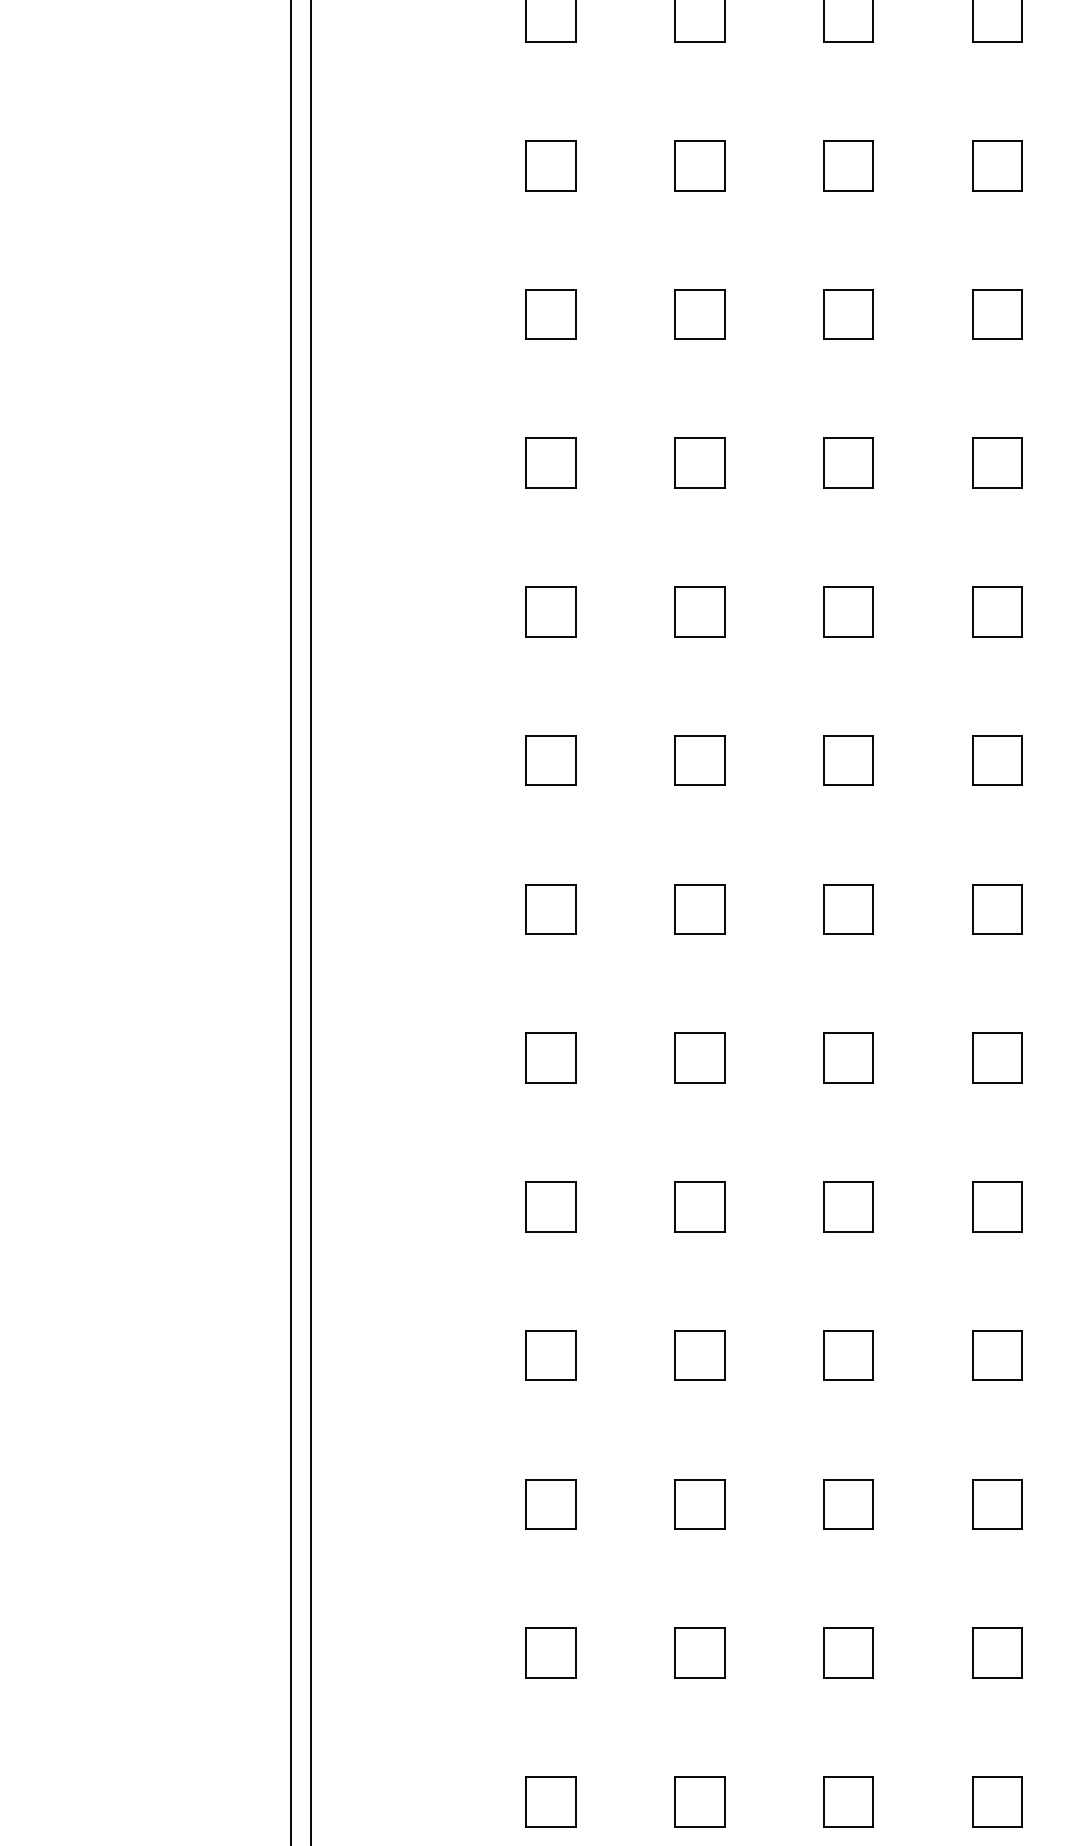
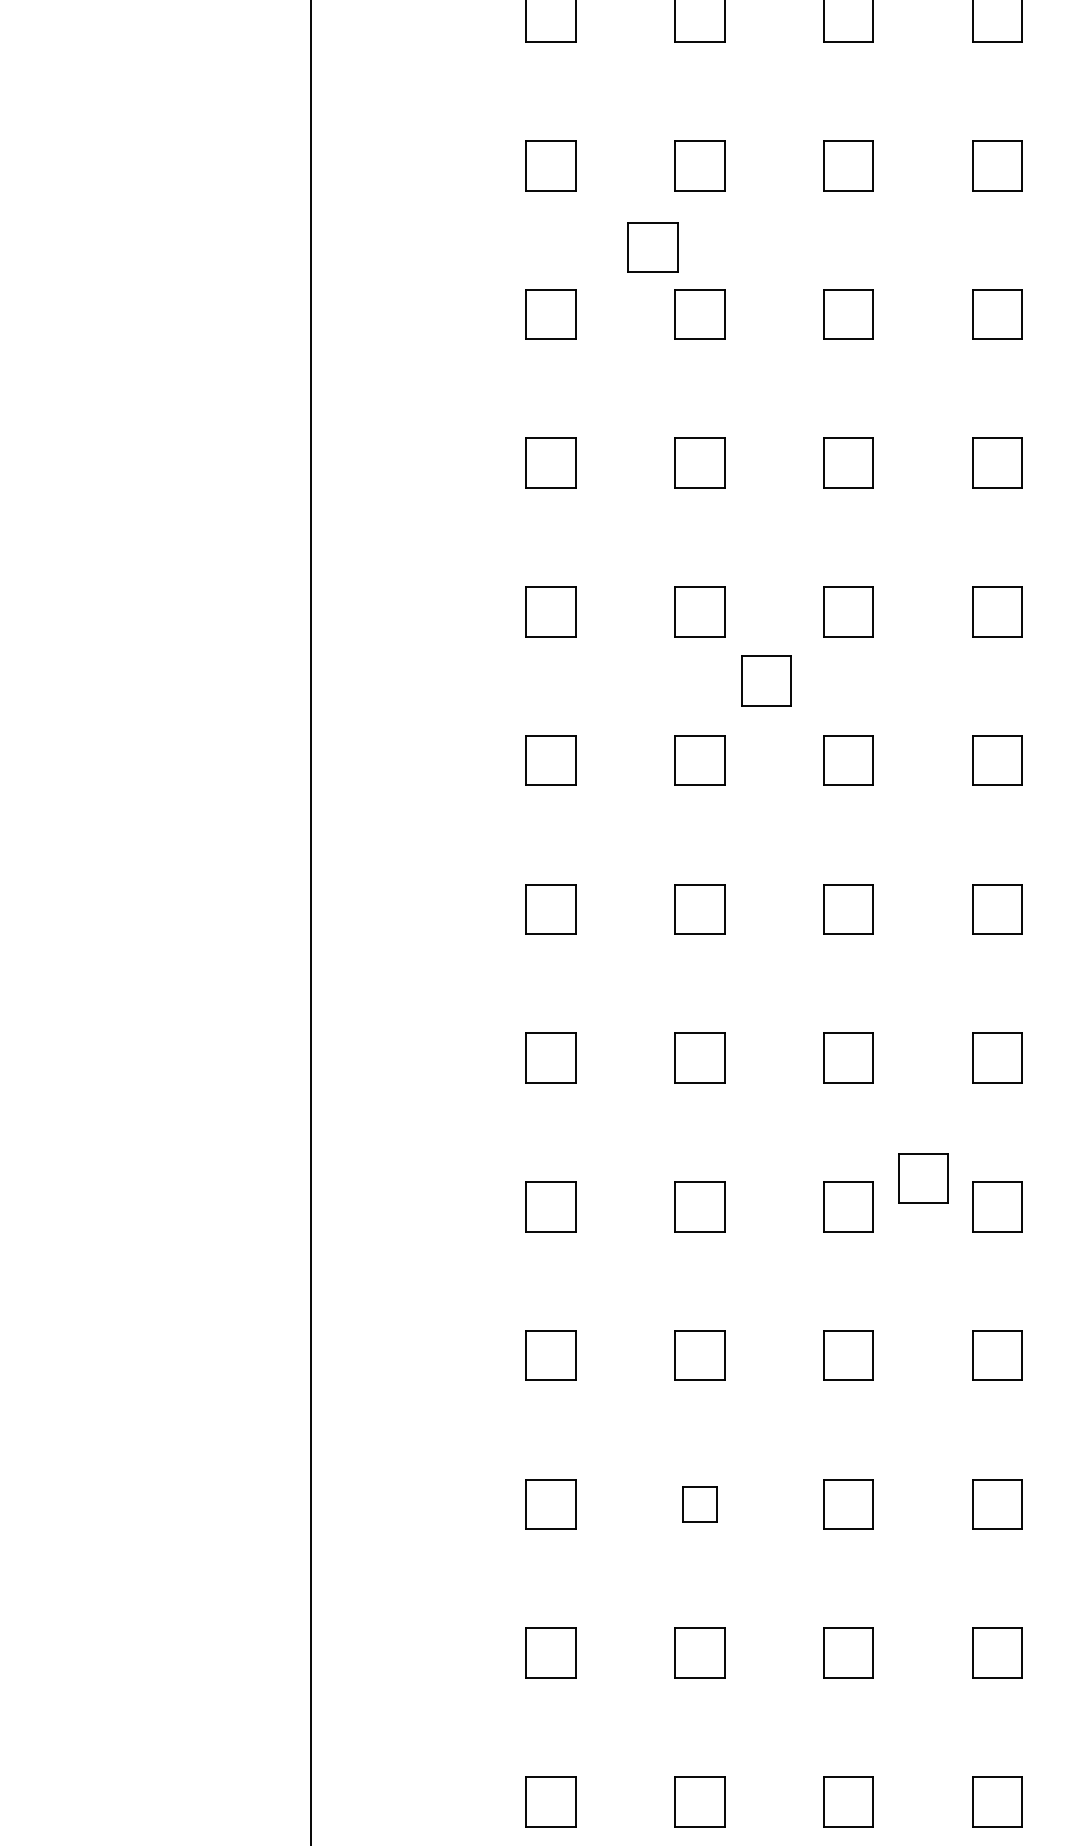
part at (652, 247): none -> present
part at (766, 680): none -> present
line at (290, 922): present -> none
part at (923, 1178): none -> present
part at (699, 1504) size: 52x51 px -> 36x37 px
